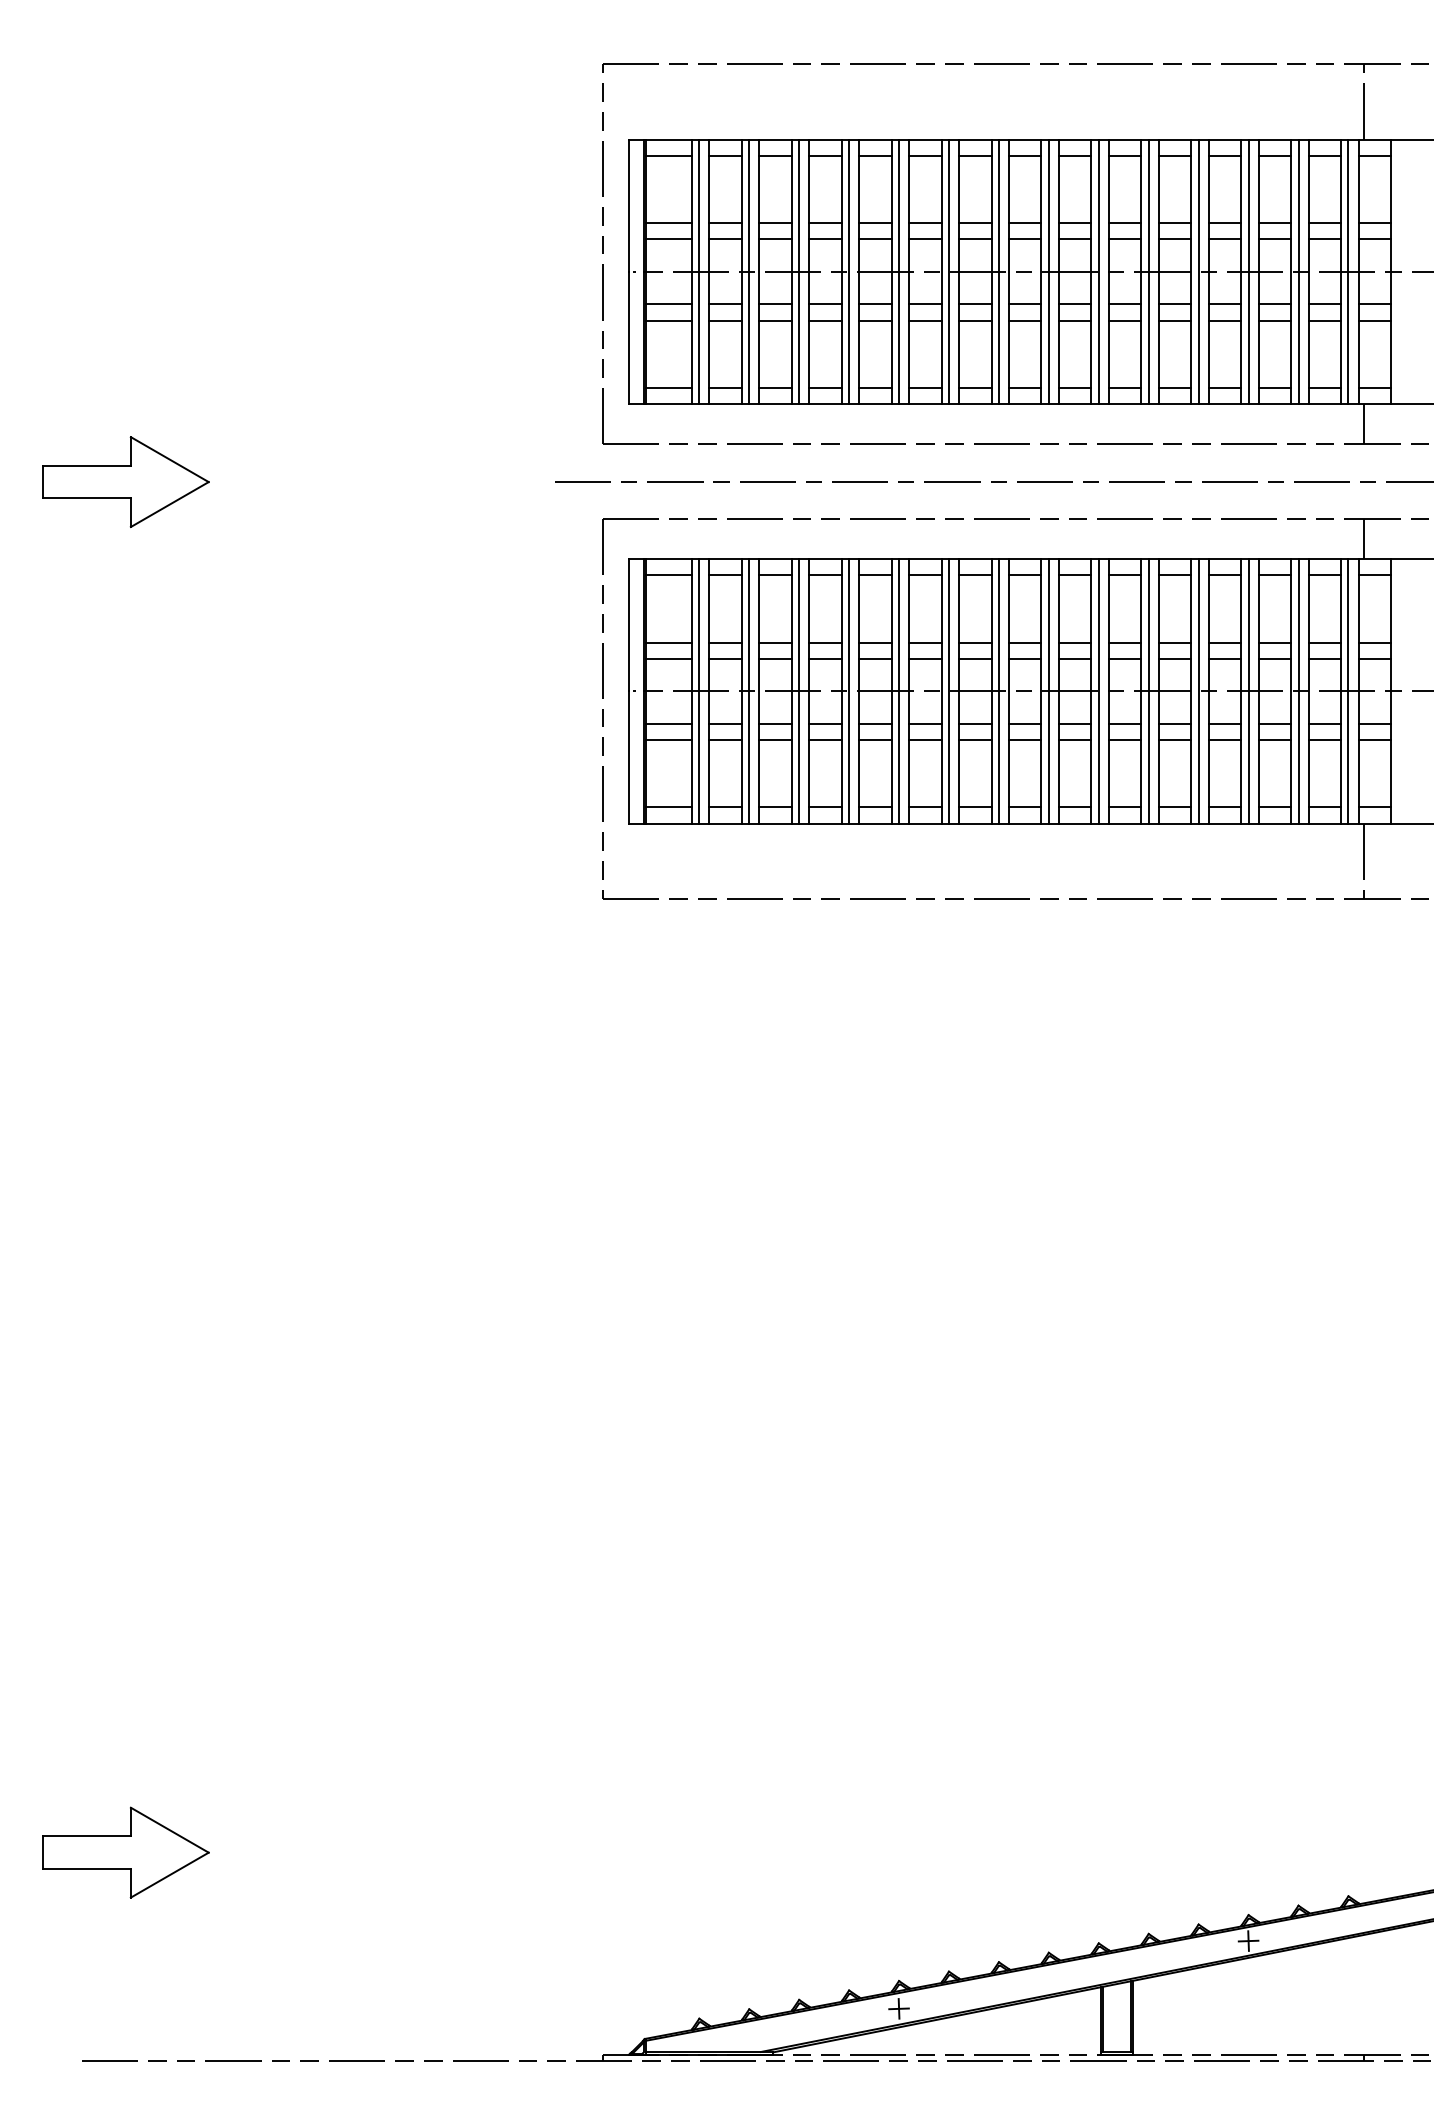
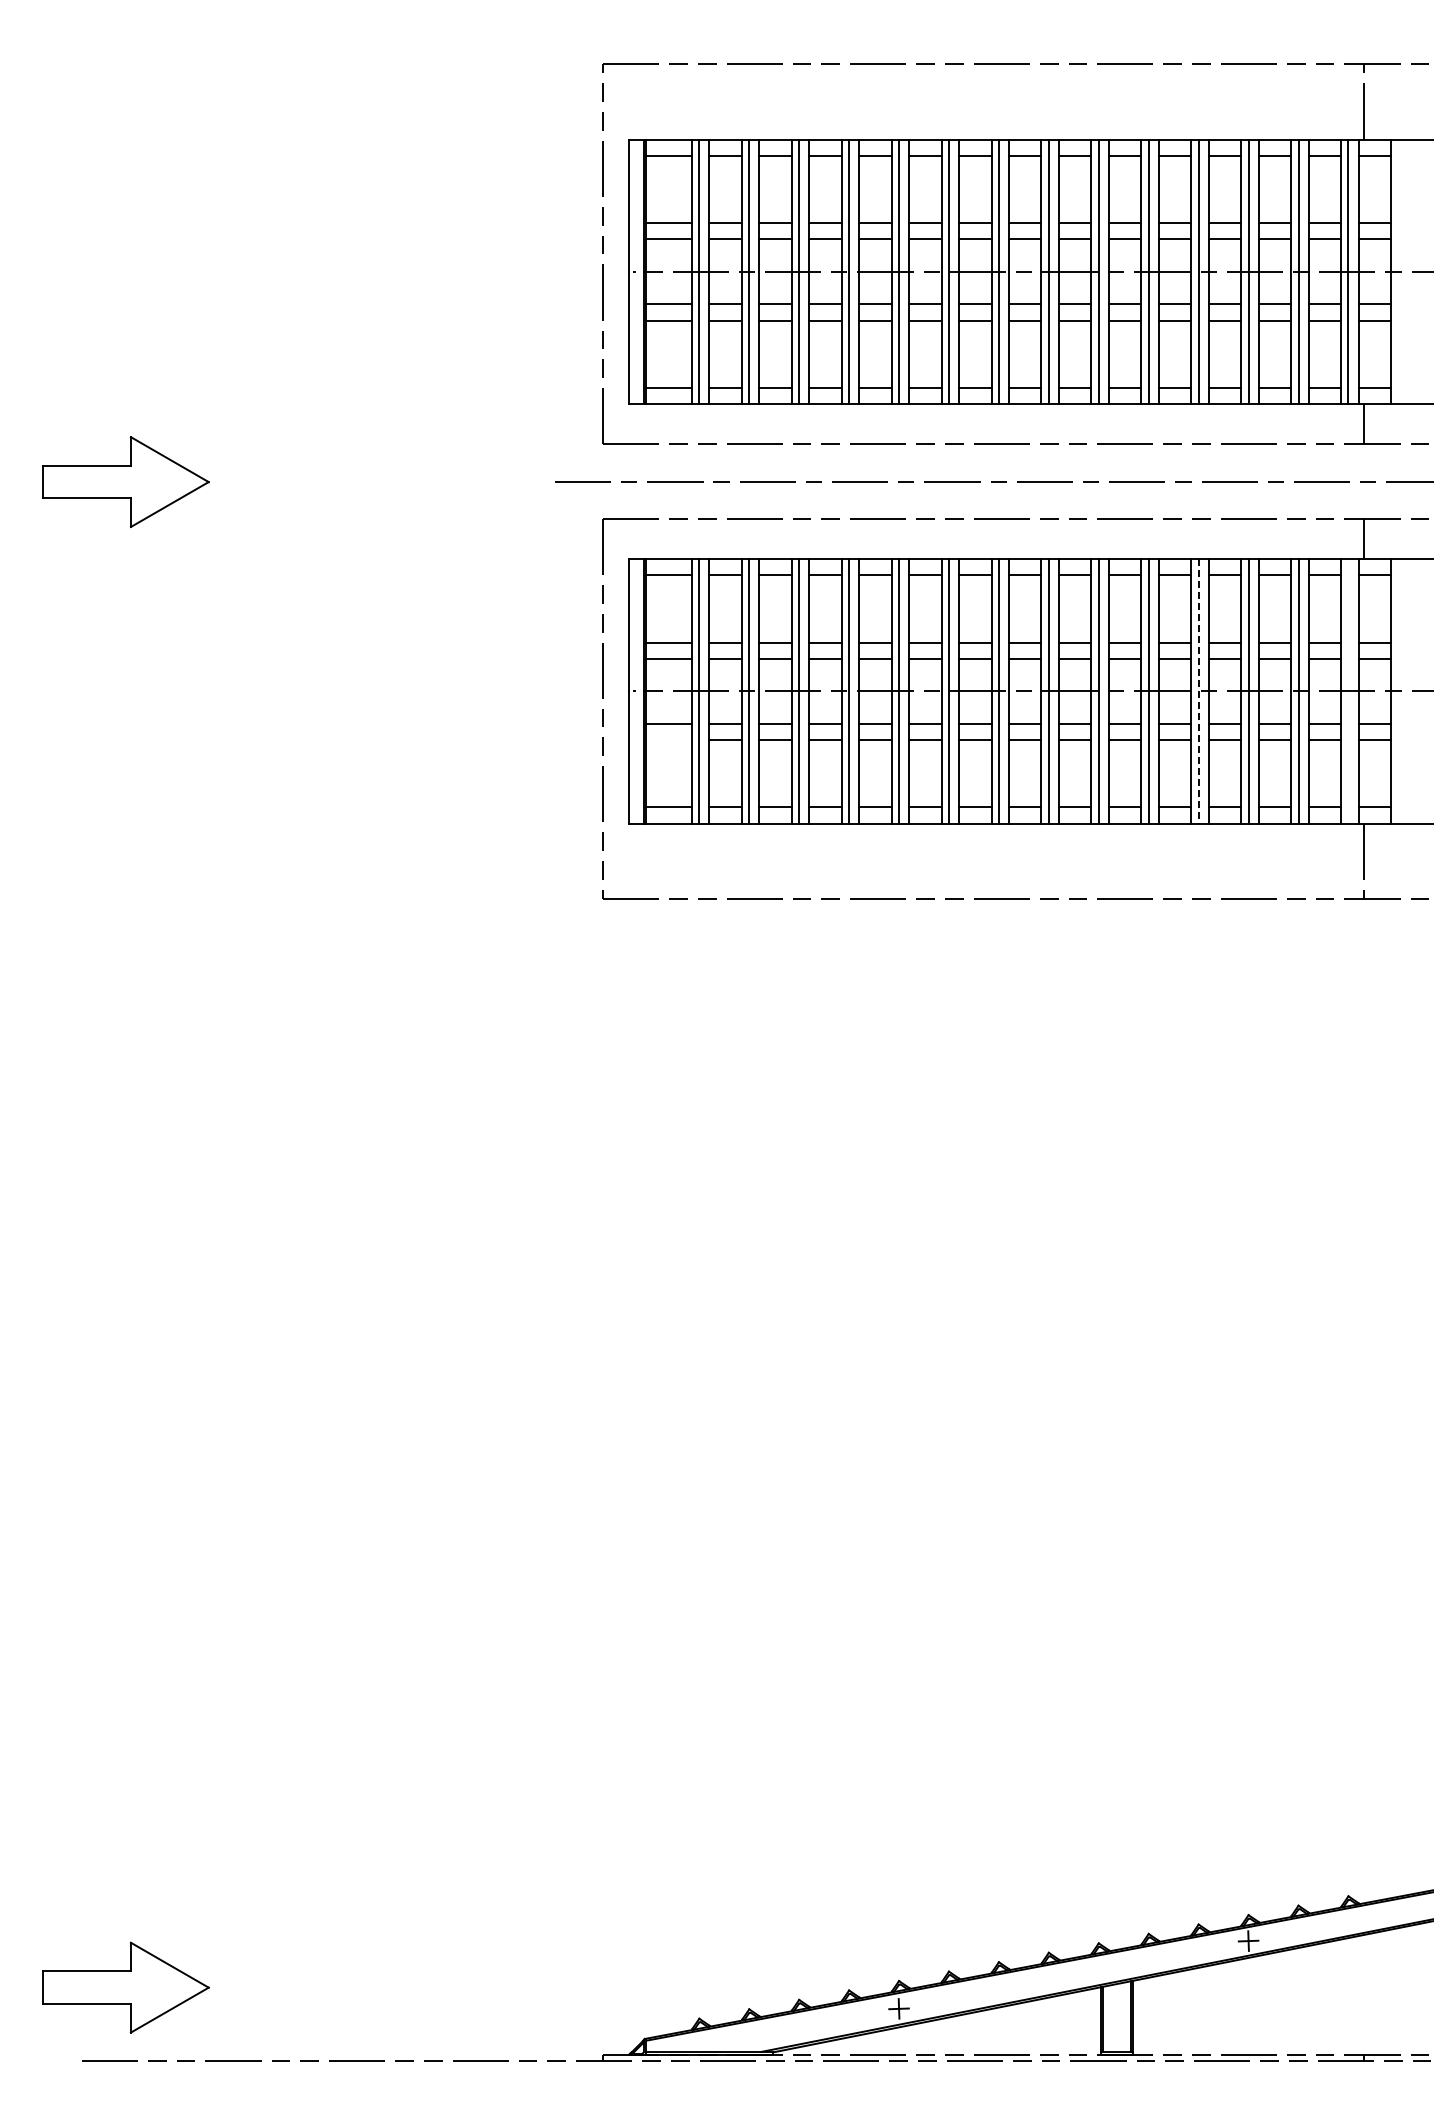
line at (1198, 691): solid -> dashed
line at (1348, 691): present -> none
line at (668, 740): present -> none
part at (125, 1852) position: (125, 1852) -> (125, 1987)
